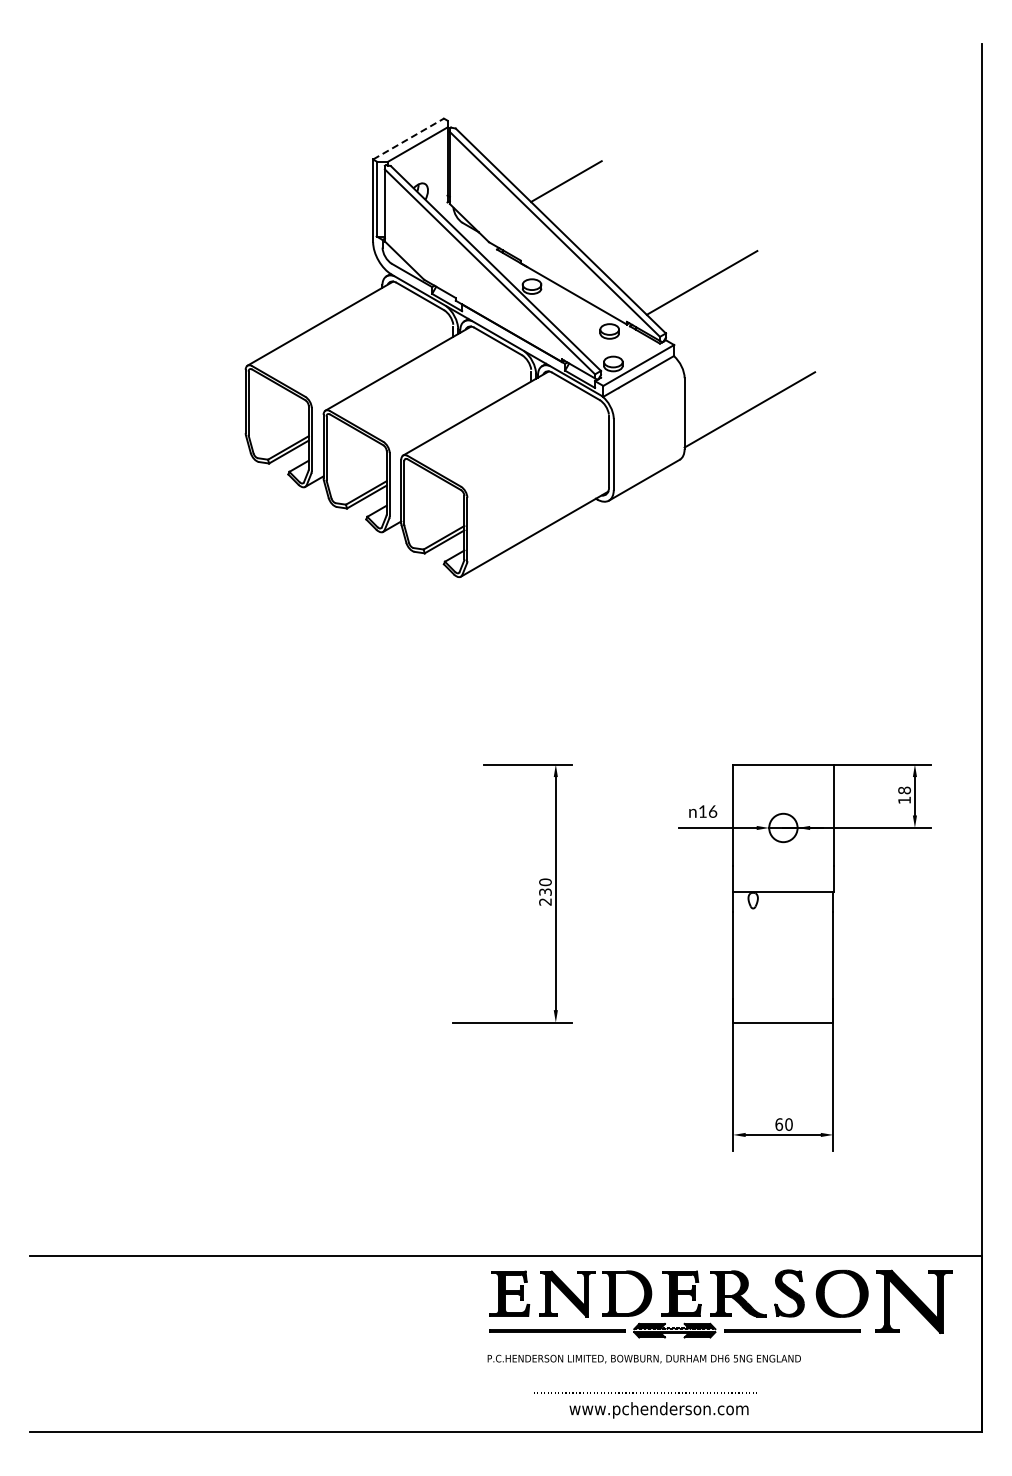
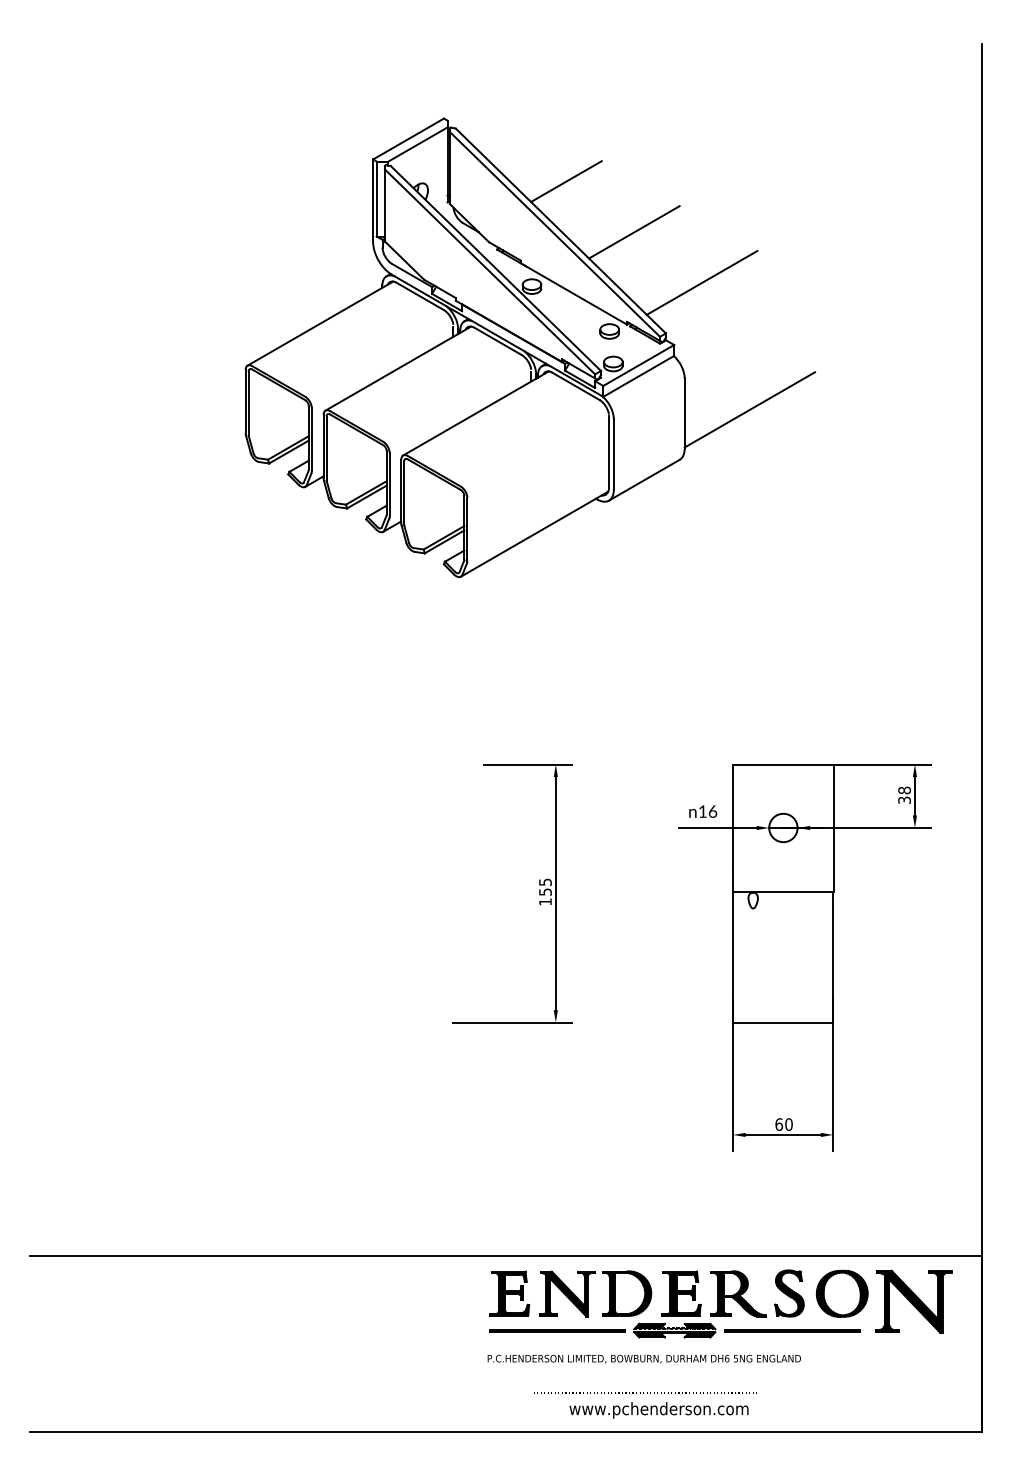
line at (408, 139): dashed -> solid
line at (634, 232): none -> present
text at (904, 799): 18 -> 38
text at (545, 891): 230 -> 155
